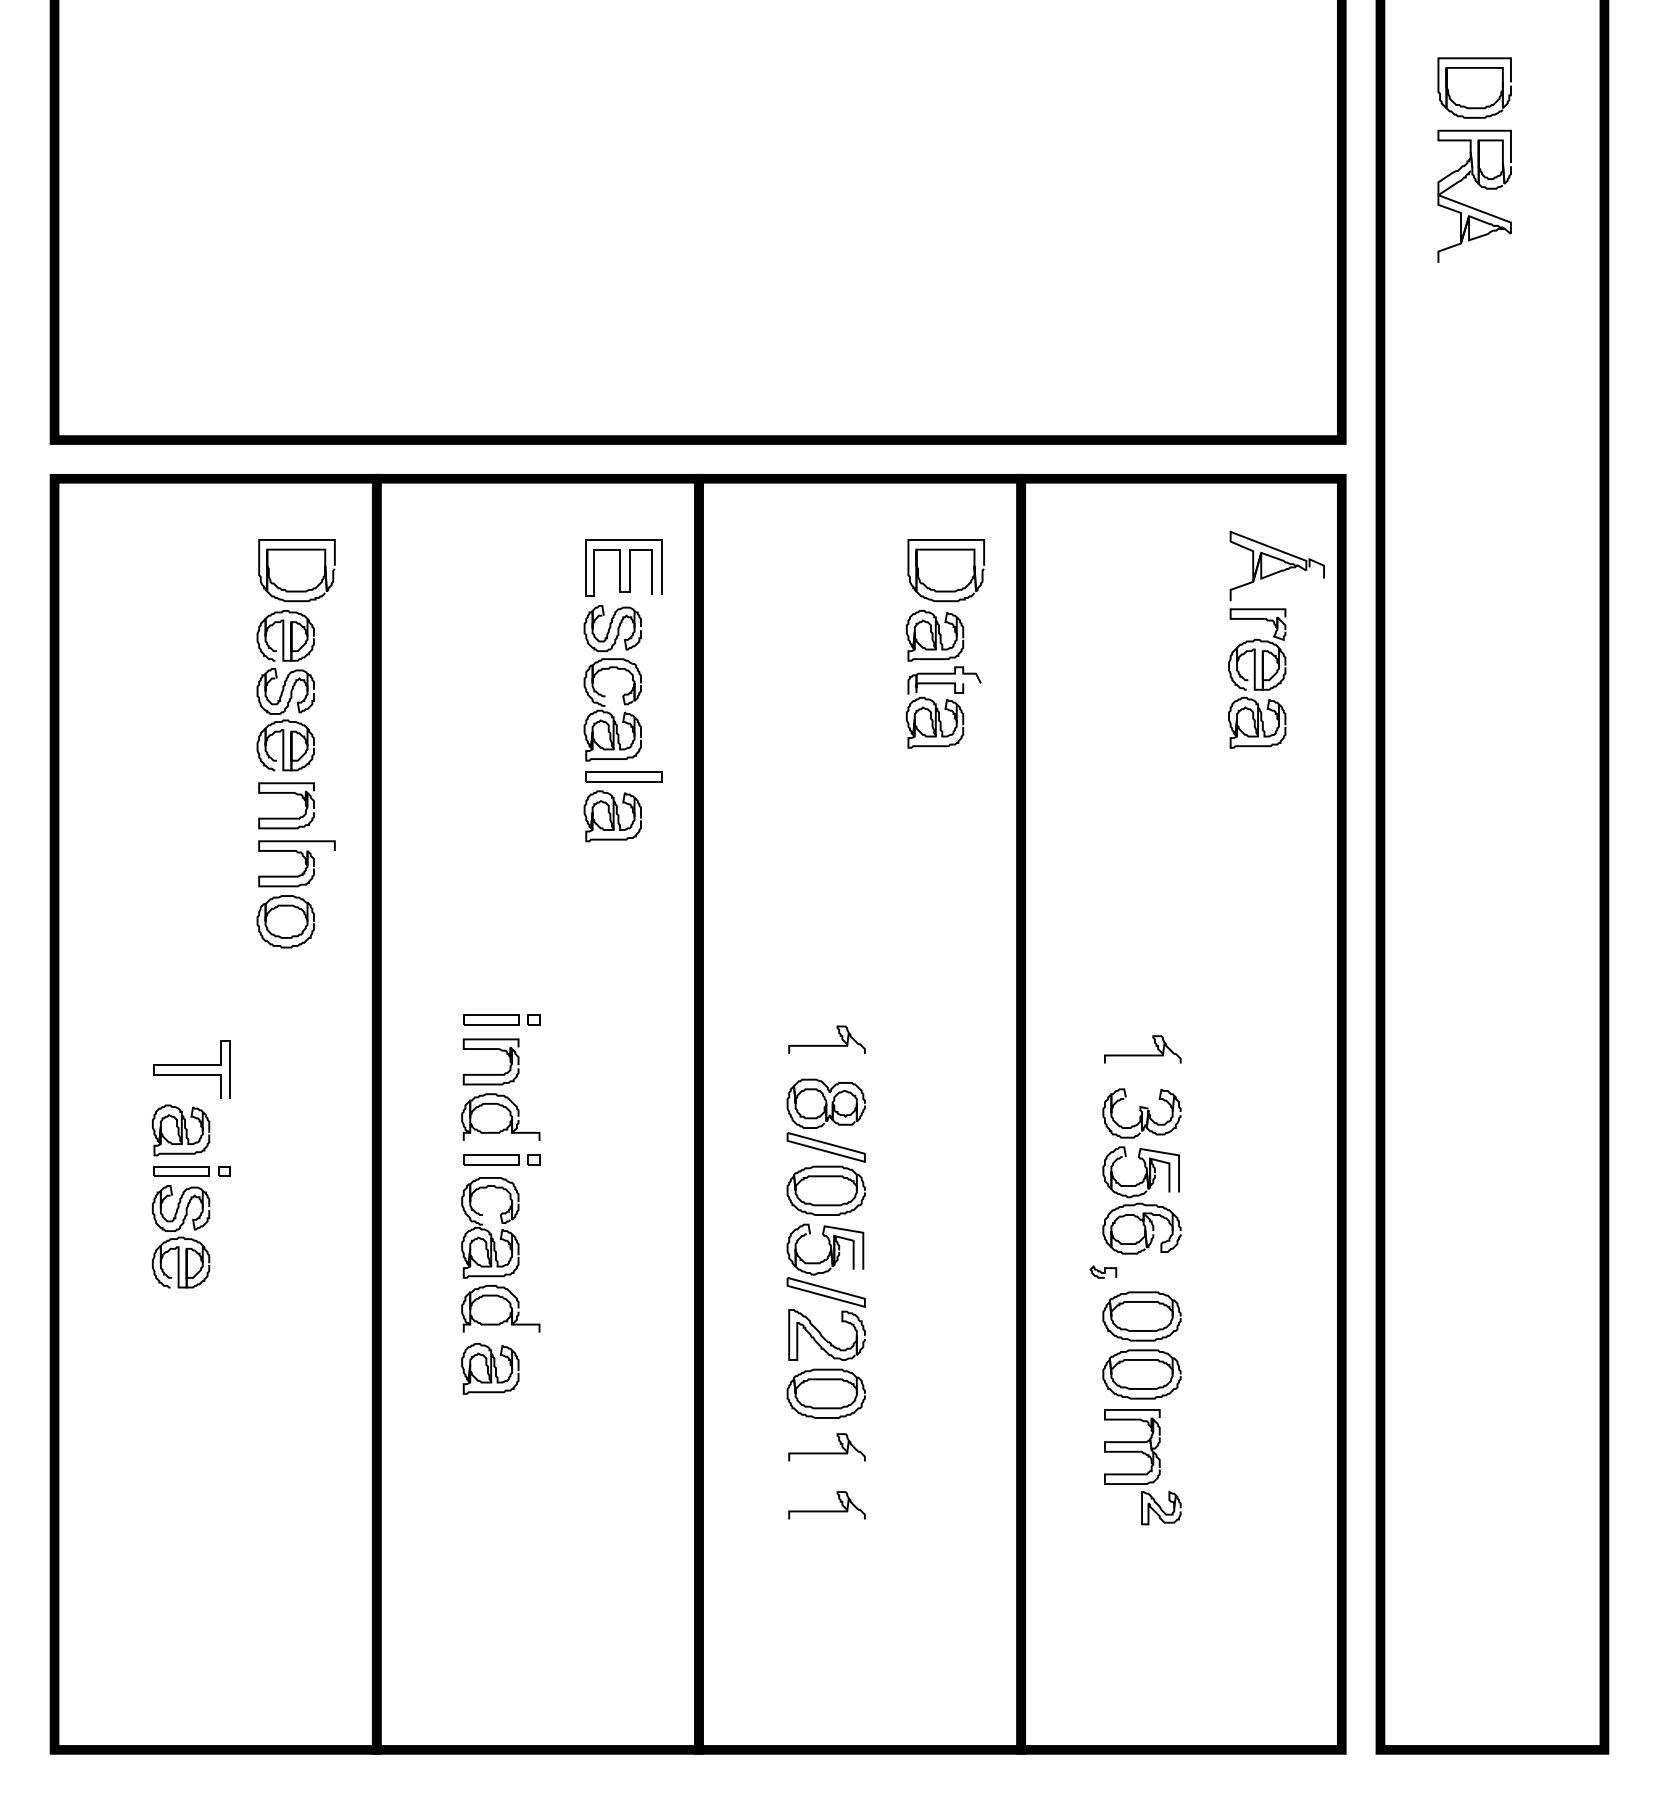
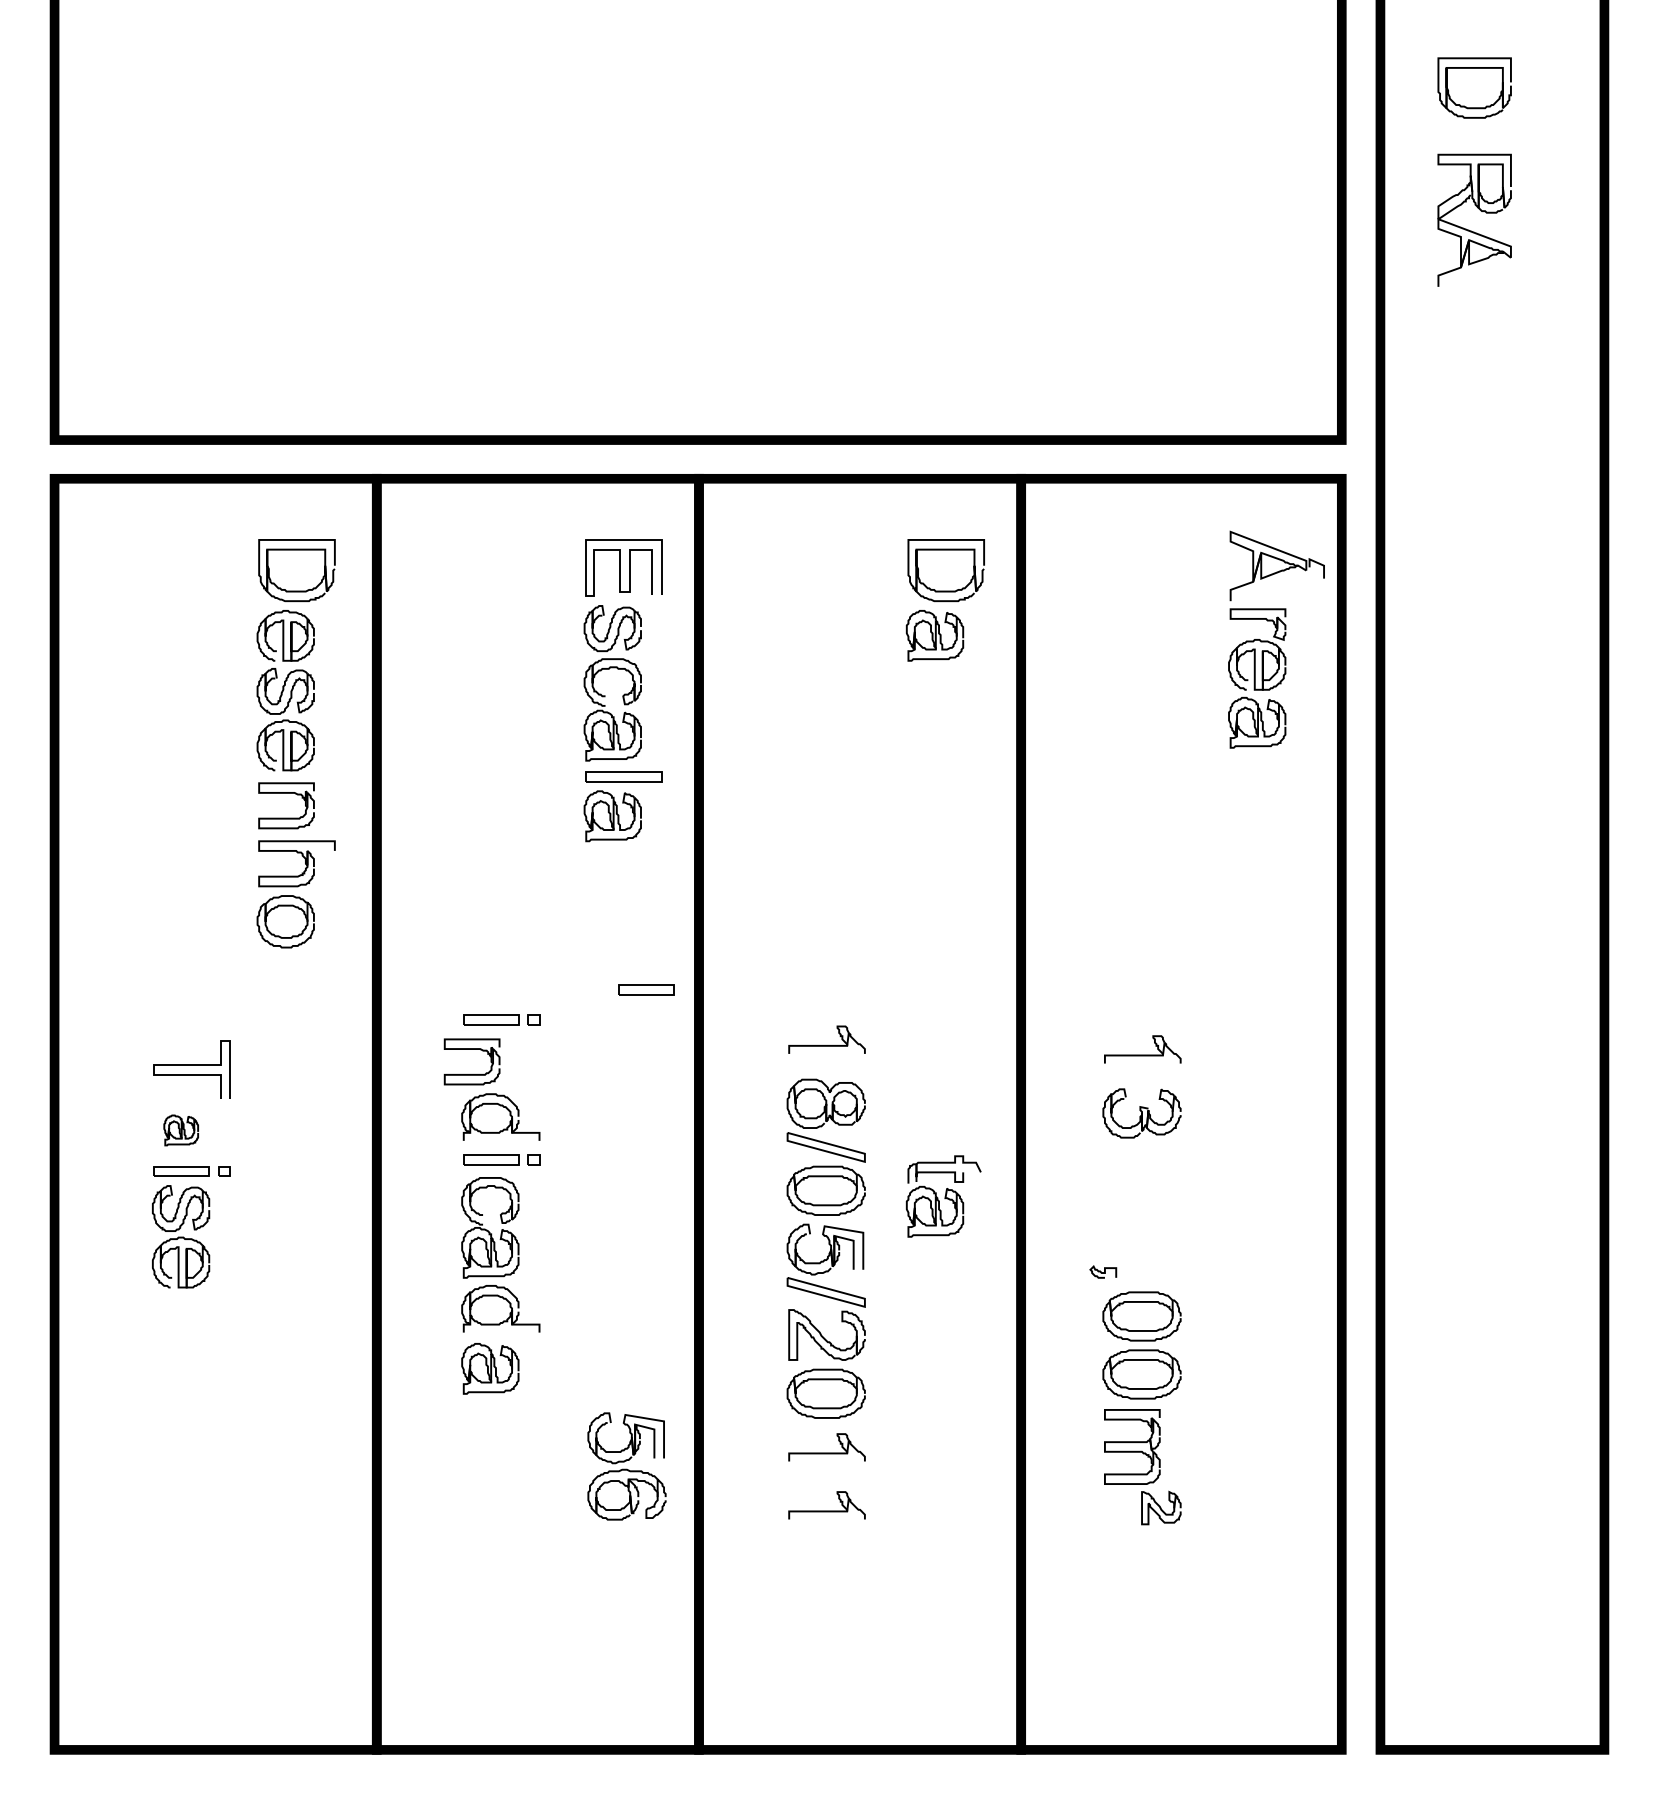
part at (1480, 187) position: (1480, 187) -> (1480, 211)
part at (943, 707) position: (943, 707) -> (943, 1196)
part at (646, 989): none -> present
part at (490, 1049) position: (490, 1049) -> (471, 1049)
part at (181, 1130) size: 59x53 px -> 36x33 px
part at (1141, 1200) position: (1141, 1200) -> (626, 1466)
